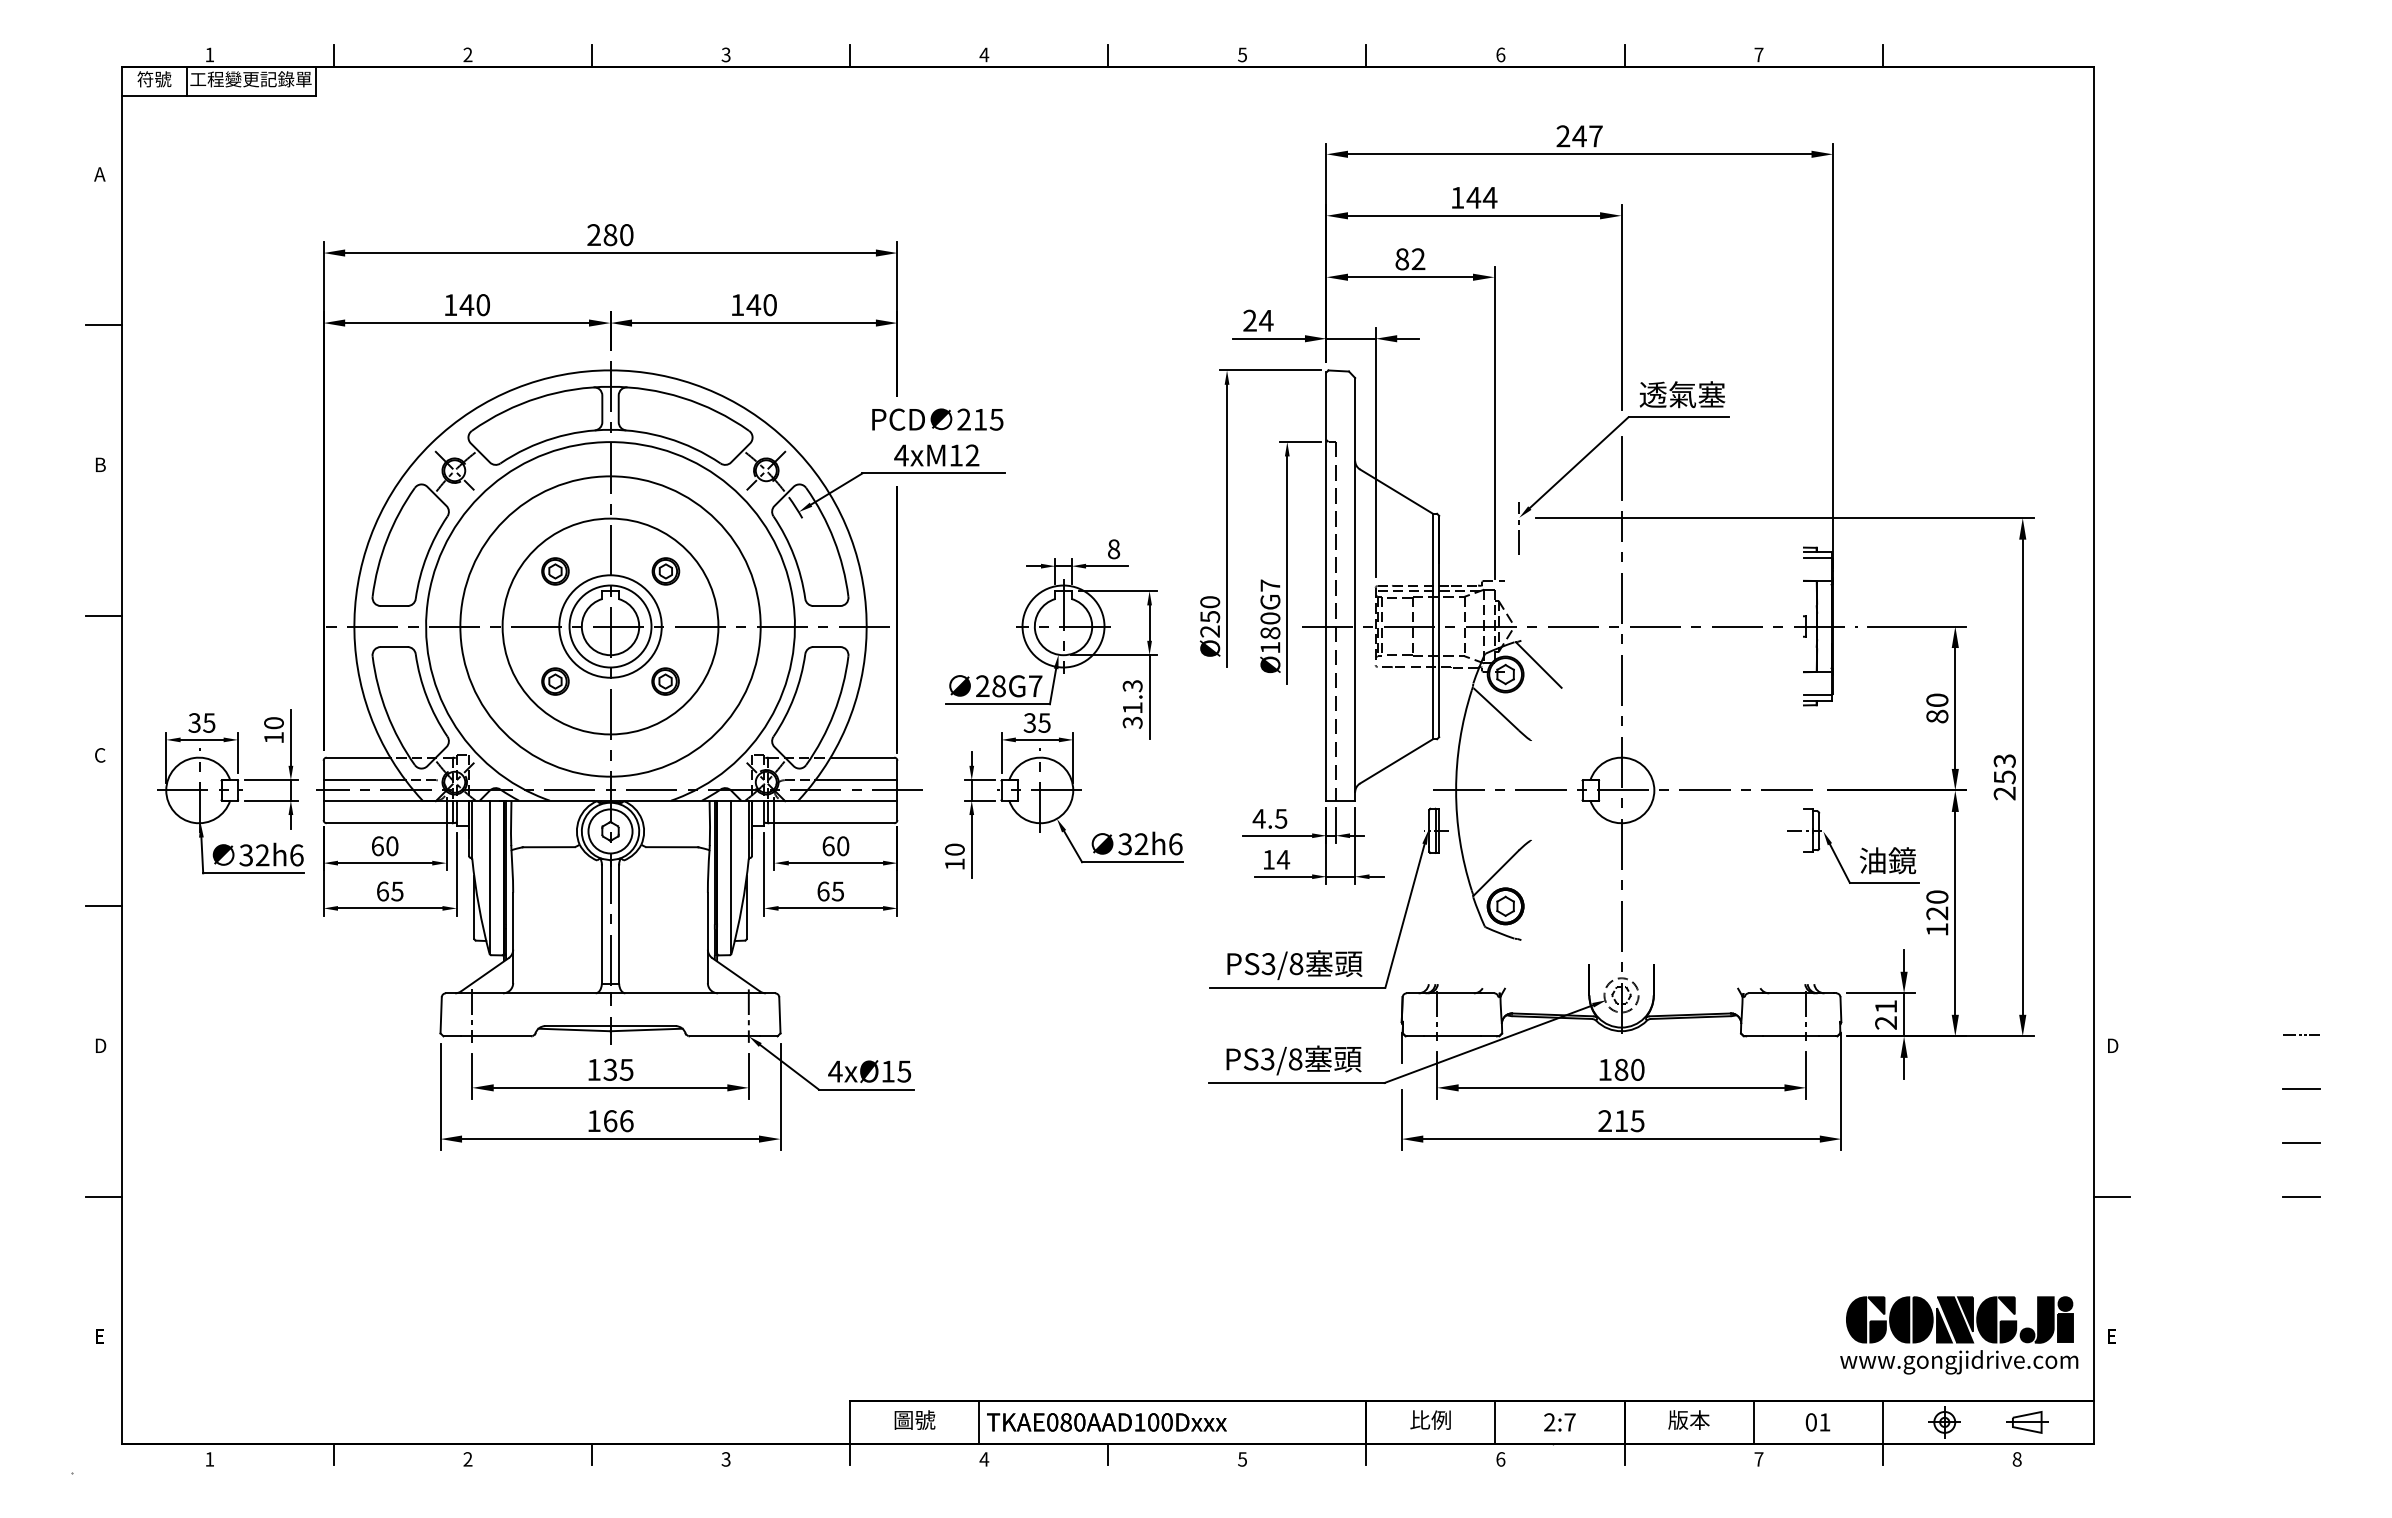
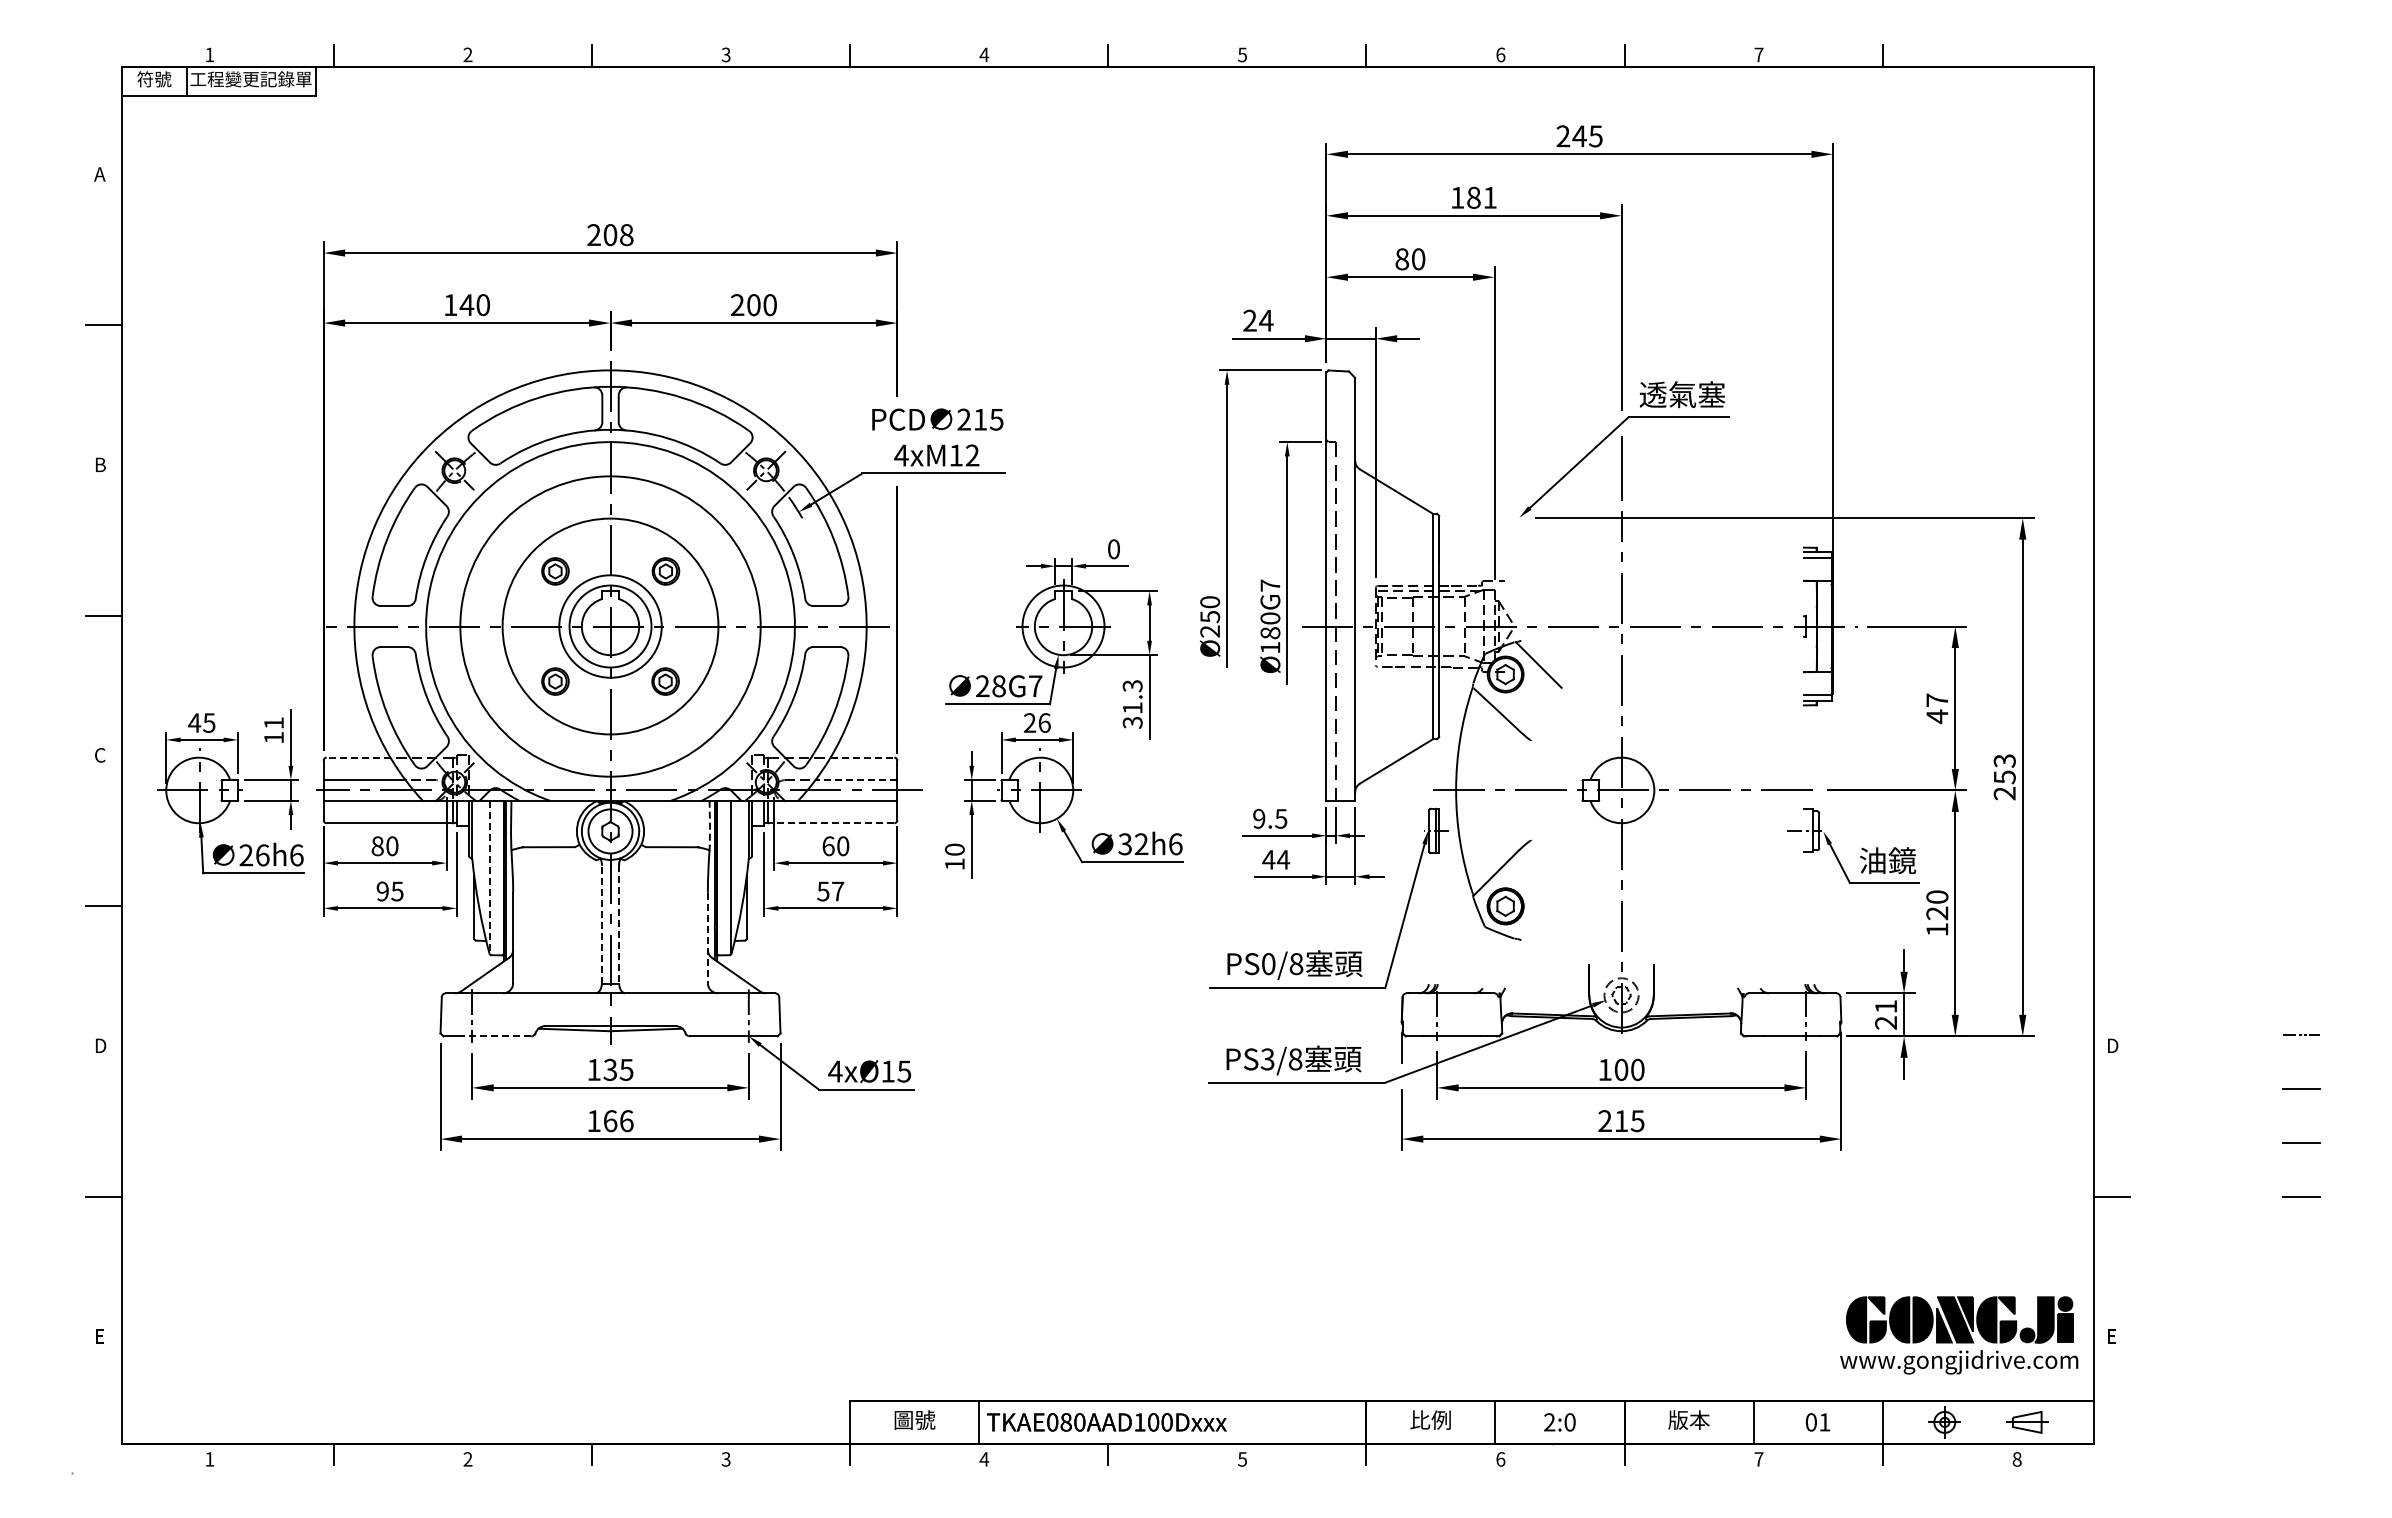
text at (1595, 136): 247 -> 245
text at (1481, 197): 144 -> 181
text at (618, 234): 280 -> 208
text at (1418, 259): 82 -> 80
text at (745, 305): 140 -> 200
line at (1519, 528): present -> none
text at (1114, 548): 8 -> 0
text at (1937, 708): 80 -> 47
text at (194, 722): 35 -> 45
text at (1036, 722): 35 -> 26
text at (273, 723): 10 -> 11
line at (358, 757): solid -> dashed
line at (862, 757): solid -> dashed
line at (856, 780): solid -> dashed
text at (1258, 818): 4.5 -> 9.5
line at (709, 823): solid -> dashed
line at (830, 823): solid -> dashed
text at (377, 846): 60 -> 80
text at (254, 855): 32h6 -> 26h6
text at (1268, 859): 14 -> 44
line at (489, 877): solid -> dashed
text at (382, 891): 65 -> 95
text at (830, 891): 65 -> 57
line at (601, 923): solid -> dashed
line at (619, 924): solid -> dashed
line at (707, 938): solid -> dashed
text at (1268, 964): PS3/8 -> PS0/8
line at (495, 1036): solid -> dashed
text at (1621, 1069): 180 -> 100
text at (1569, 1422): 2:7 -> 2:0
